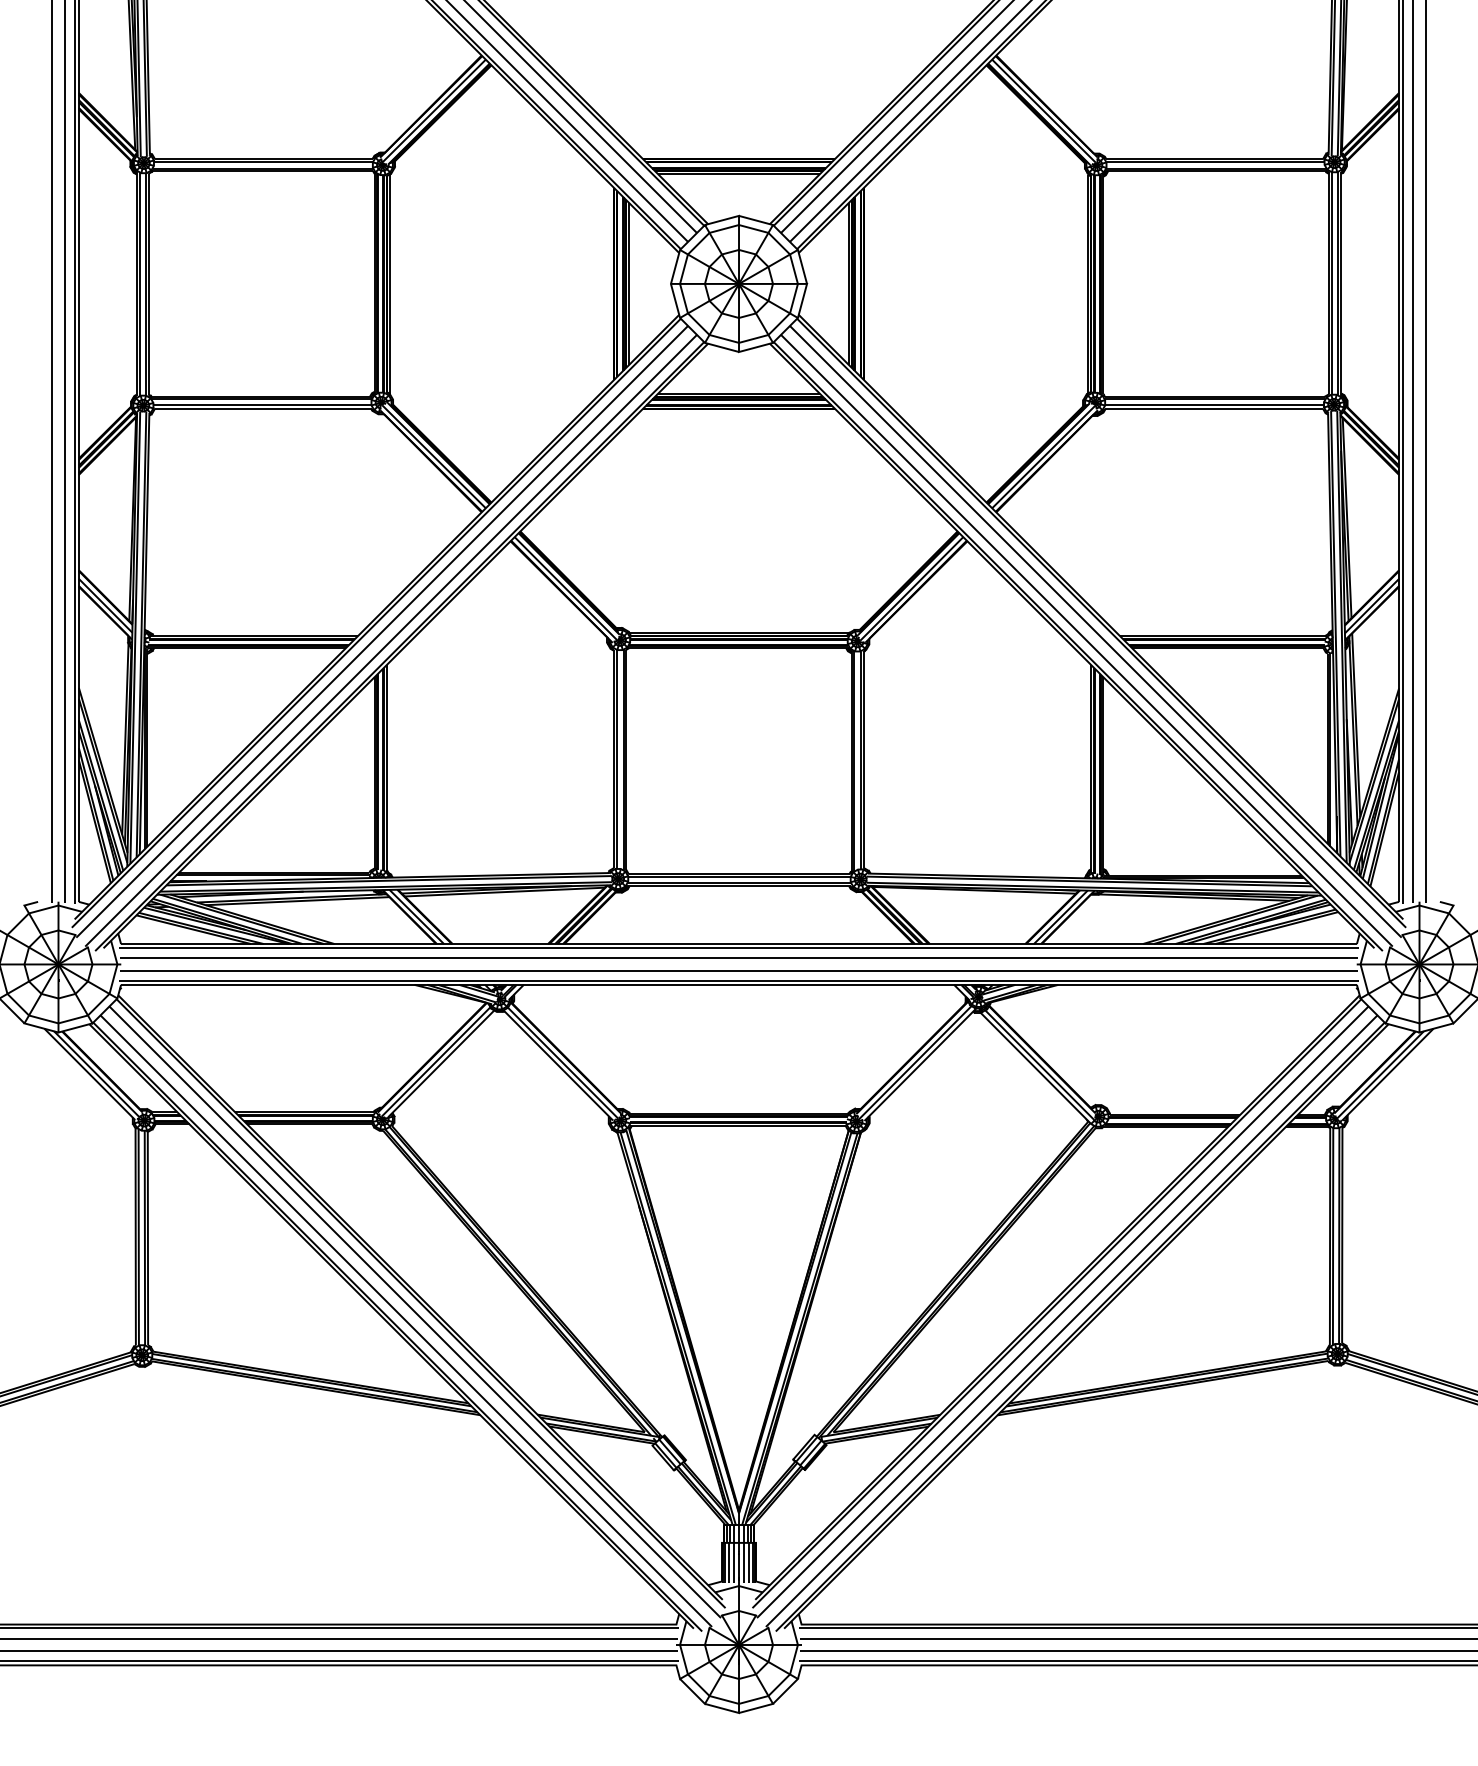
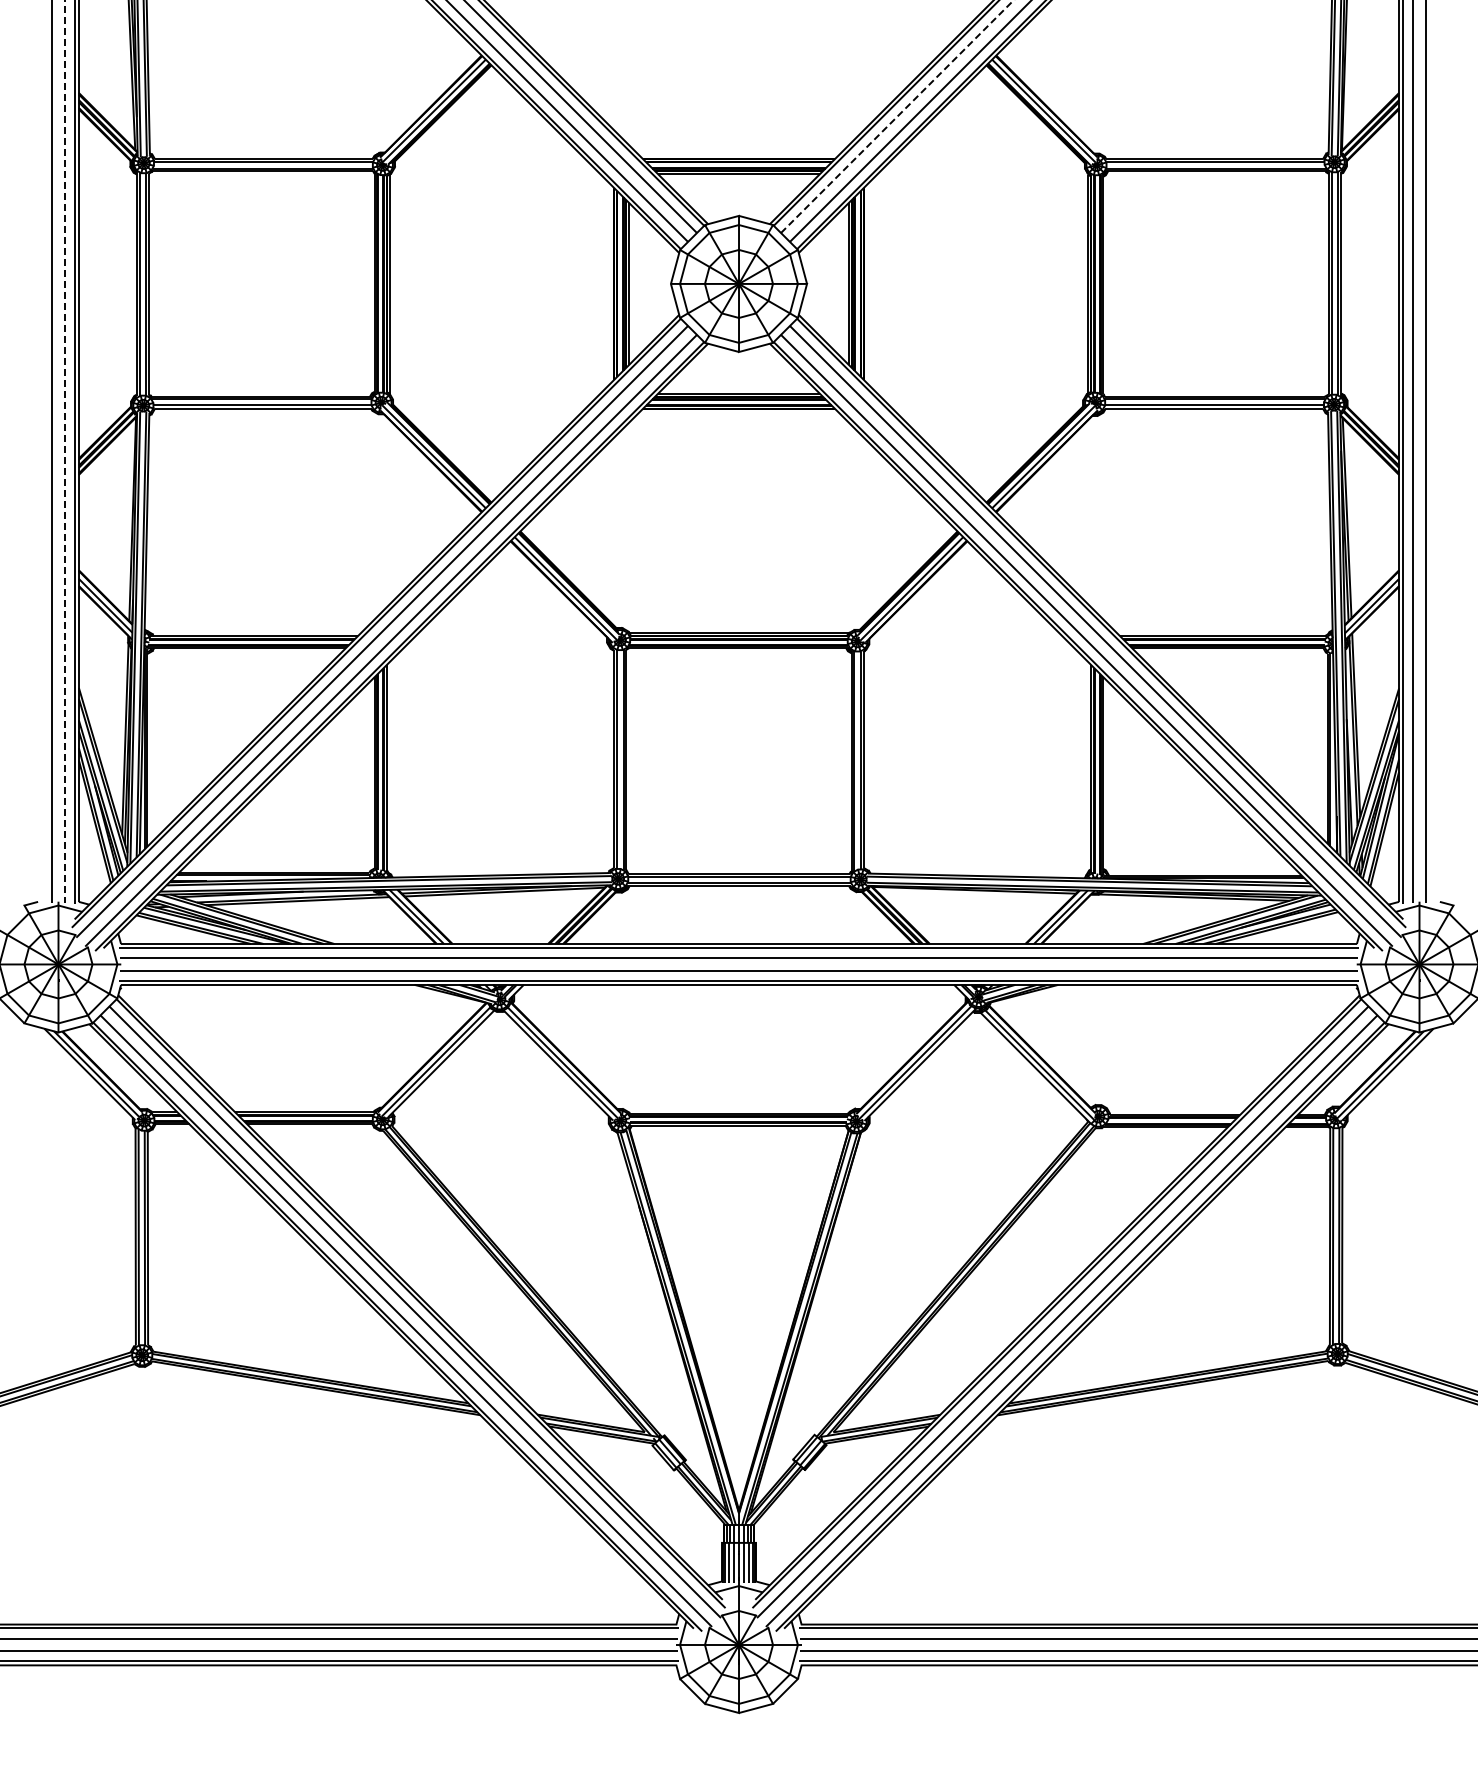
line at (897, 116): solid -> dashed
line at (64, 452): solid -> dashed
